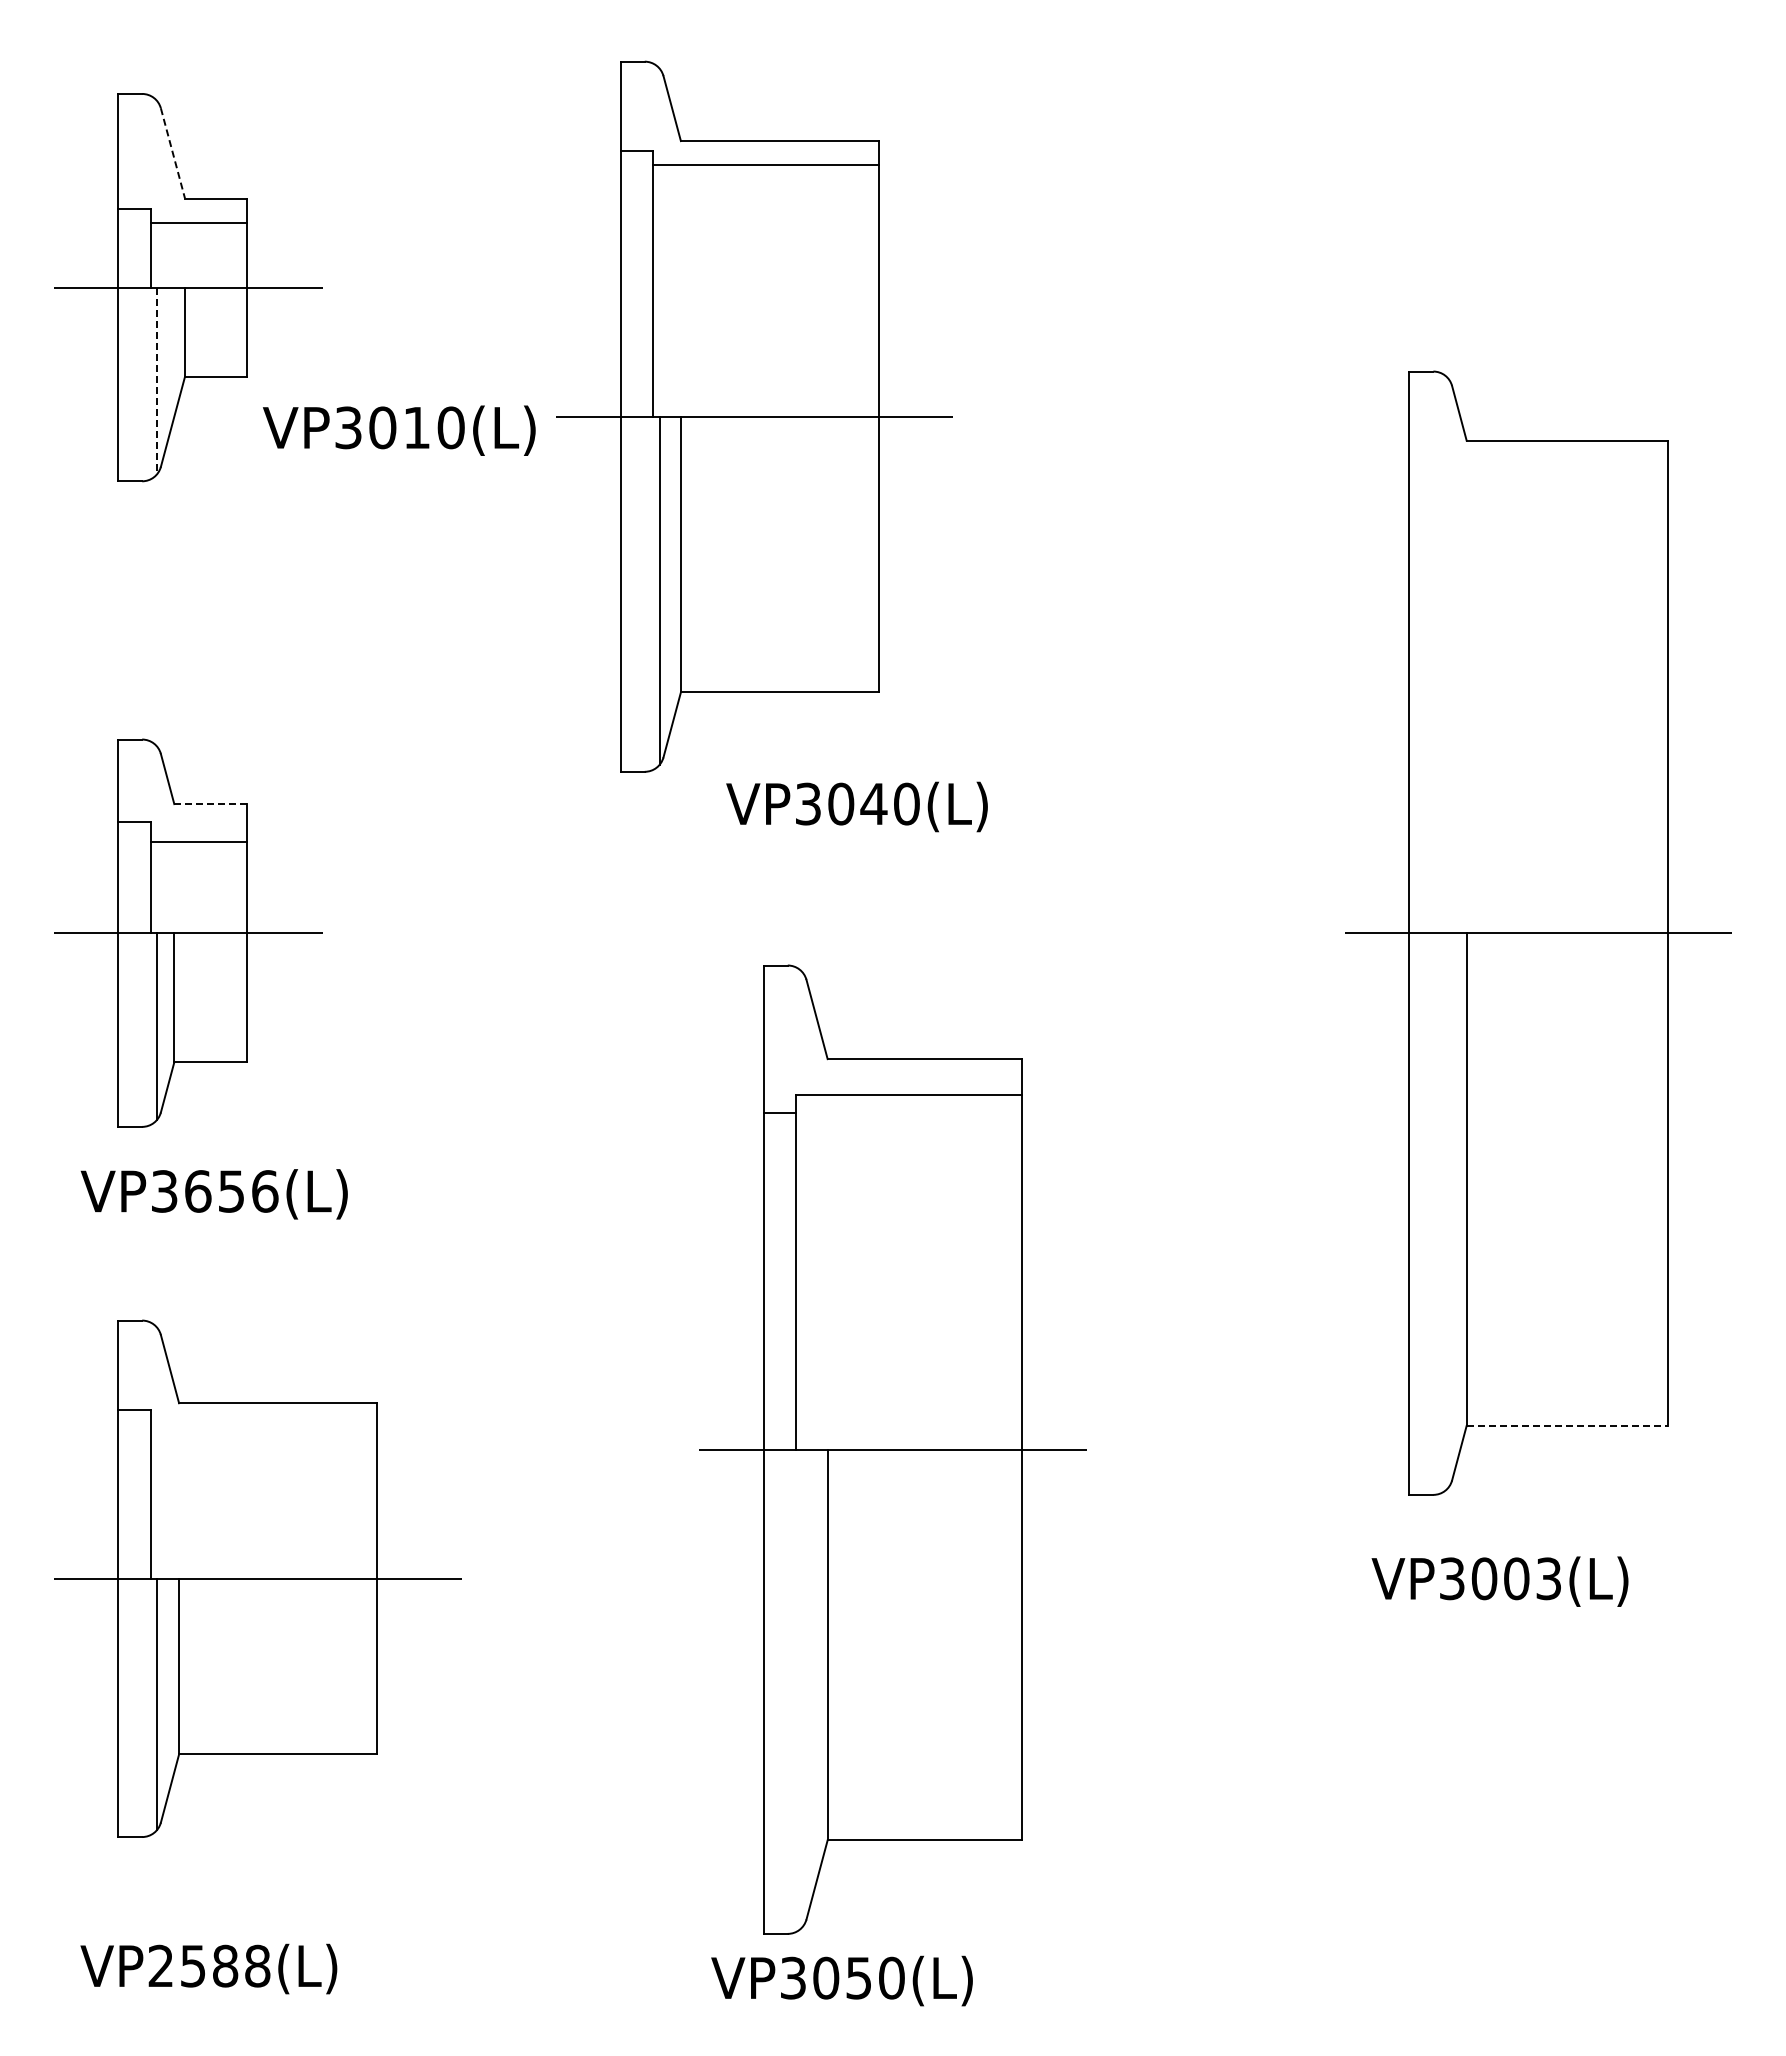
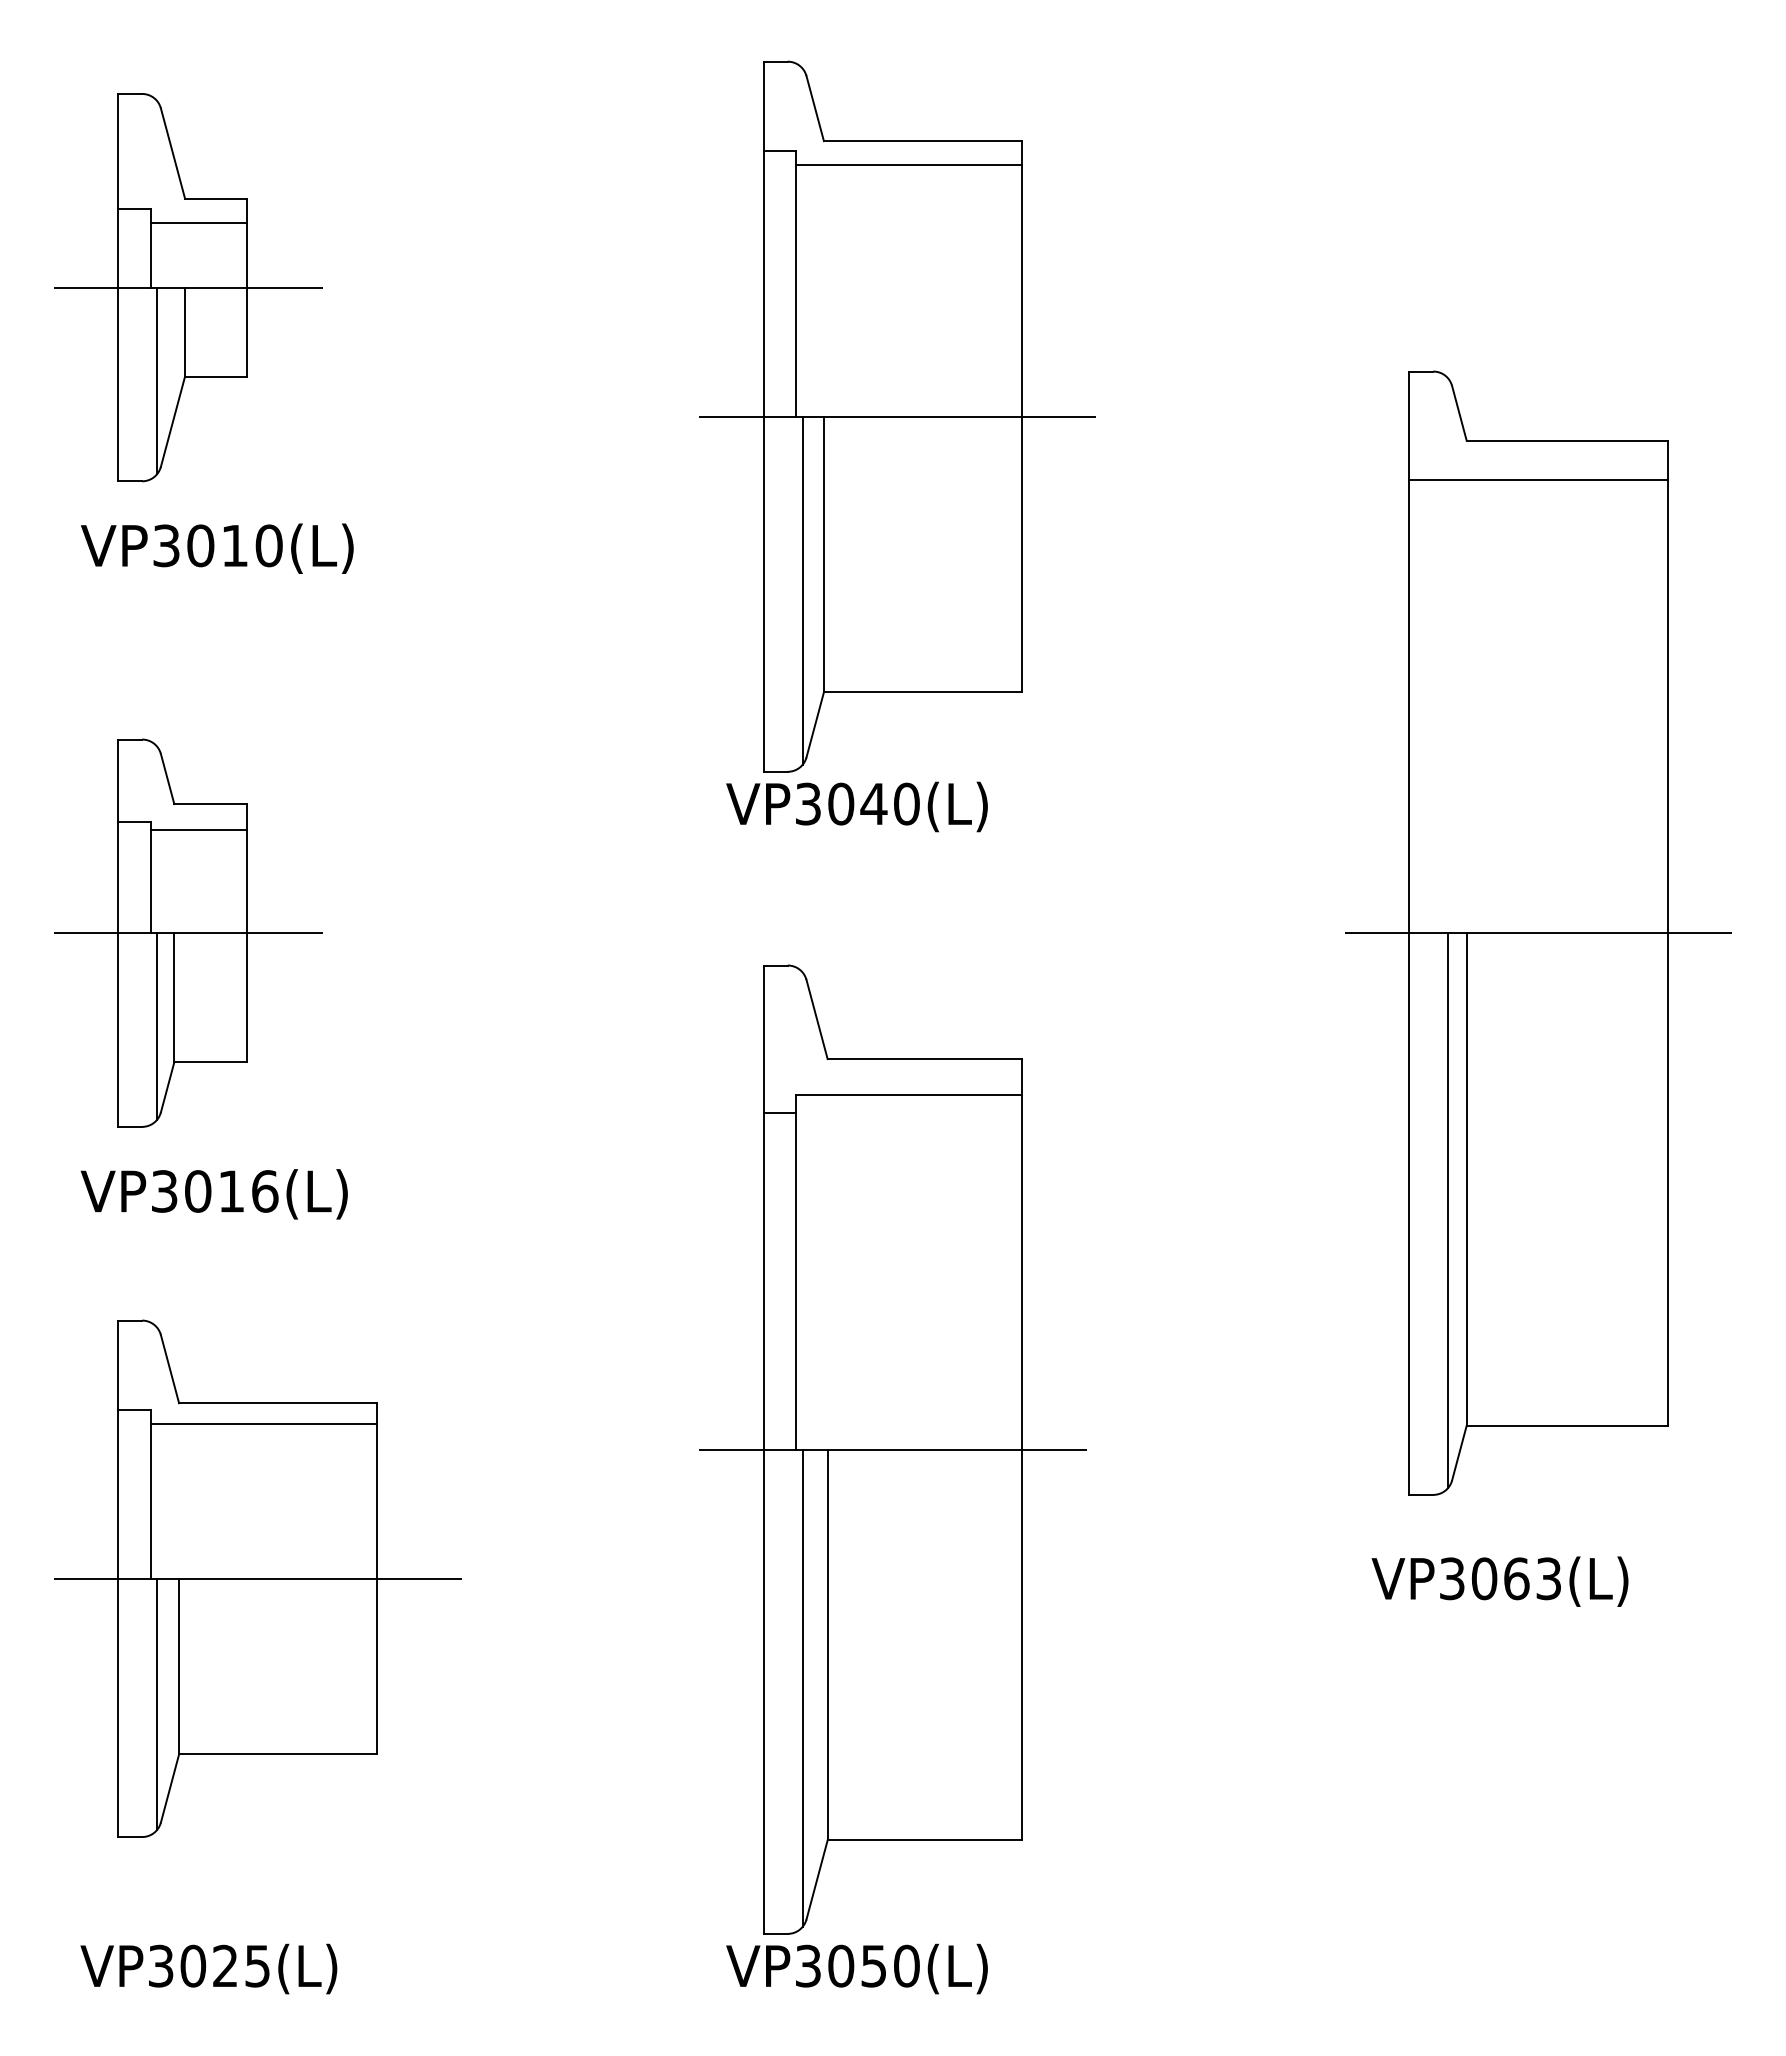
line at (172, 153): dashed -> solid
line at (157, 381): dashed -> solid
part at (754, 416) position: (754, 416) -> (897, 416)
text at (399, 430) position: (399, 430) -> (217, 548)
line at (1538, 480): none -> present
line at (210, 804): dashed -> solid
line at (198, 841) position: (198, 841) -> (198, 829)
text at (214, 1191): VP3656(L) -> VP3016(L)
line at (1448, 1210): none -> present
line at (263, 1423): none -> present
line at (1567, 1425): dashed -> solid
text at (1516, 1578): VP3003(L) -> VP3063(L)
line at (802, 1687): none -> present
text at (209, 1965): VP2588(L) -> VP3025(L)
text at (841, 1980) position: (841, 1980) -> (856, 1968)
